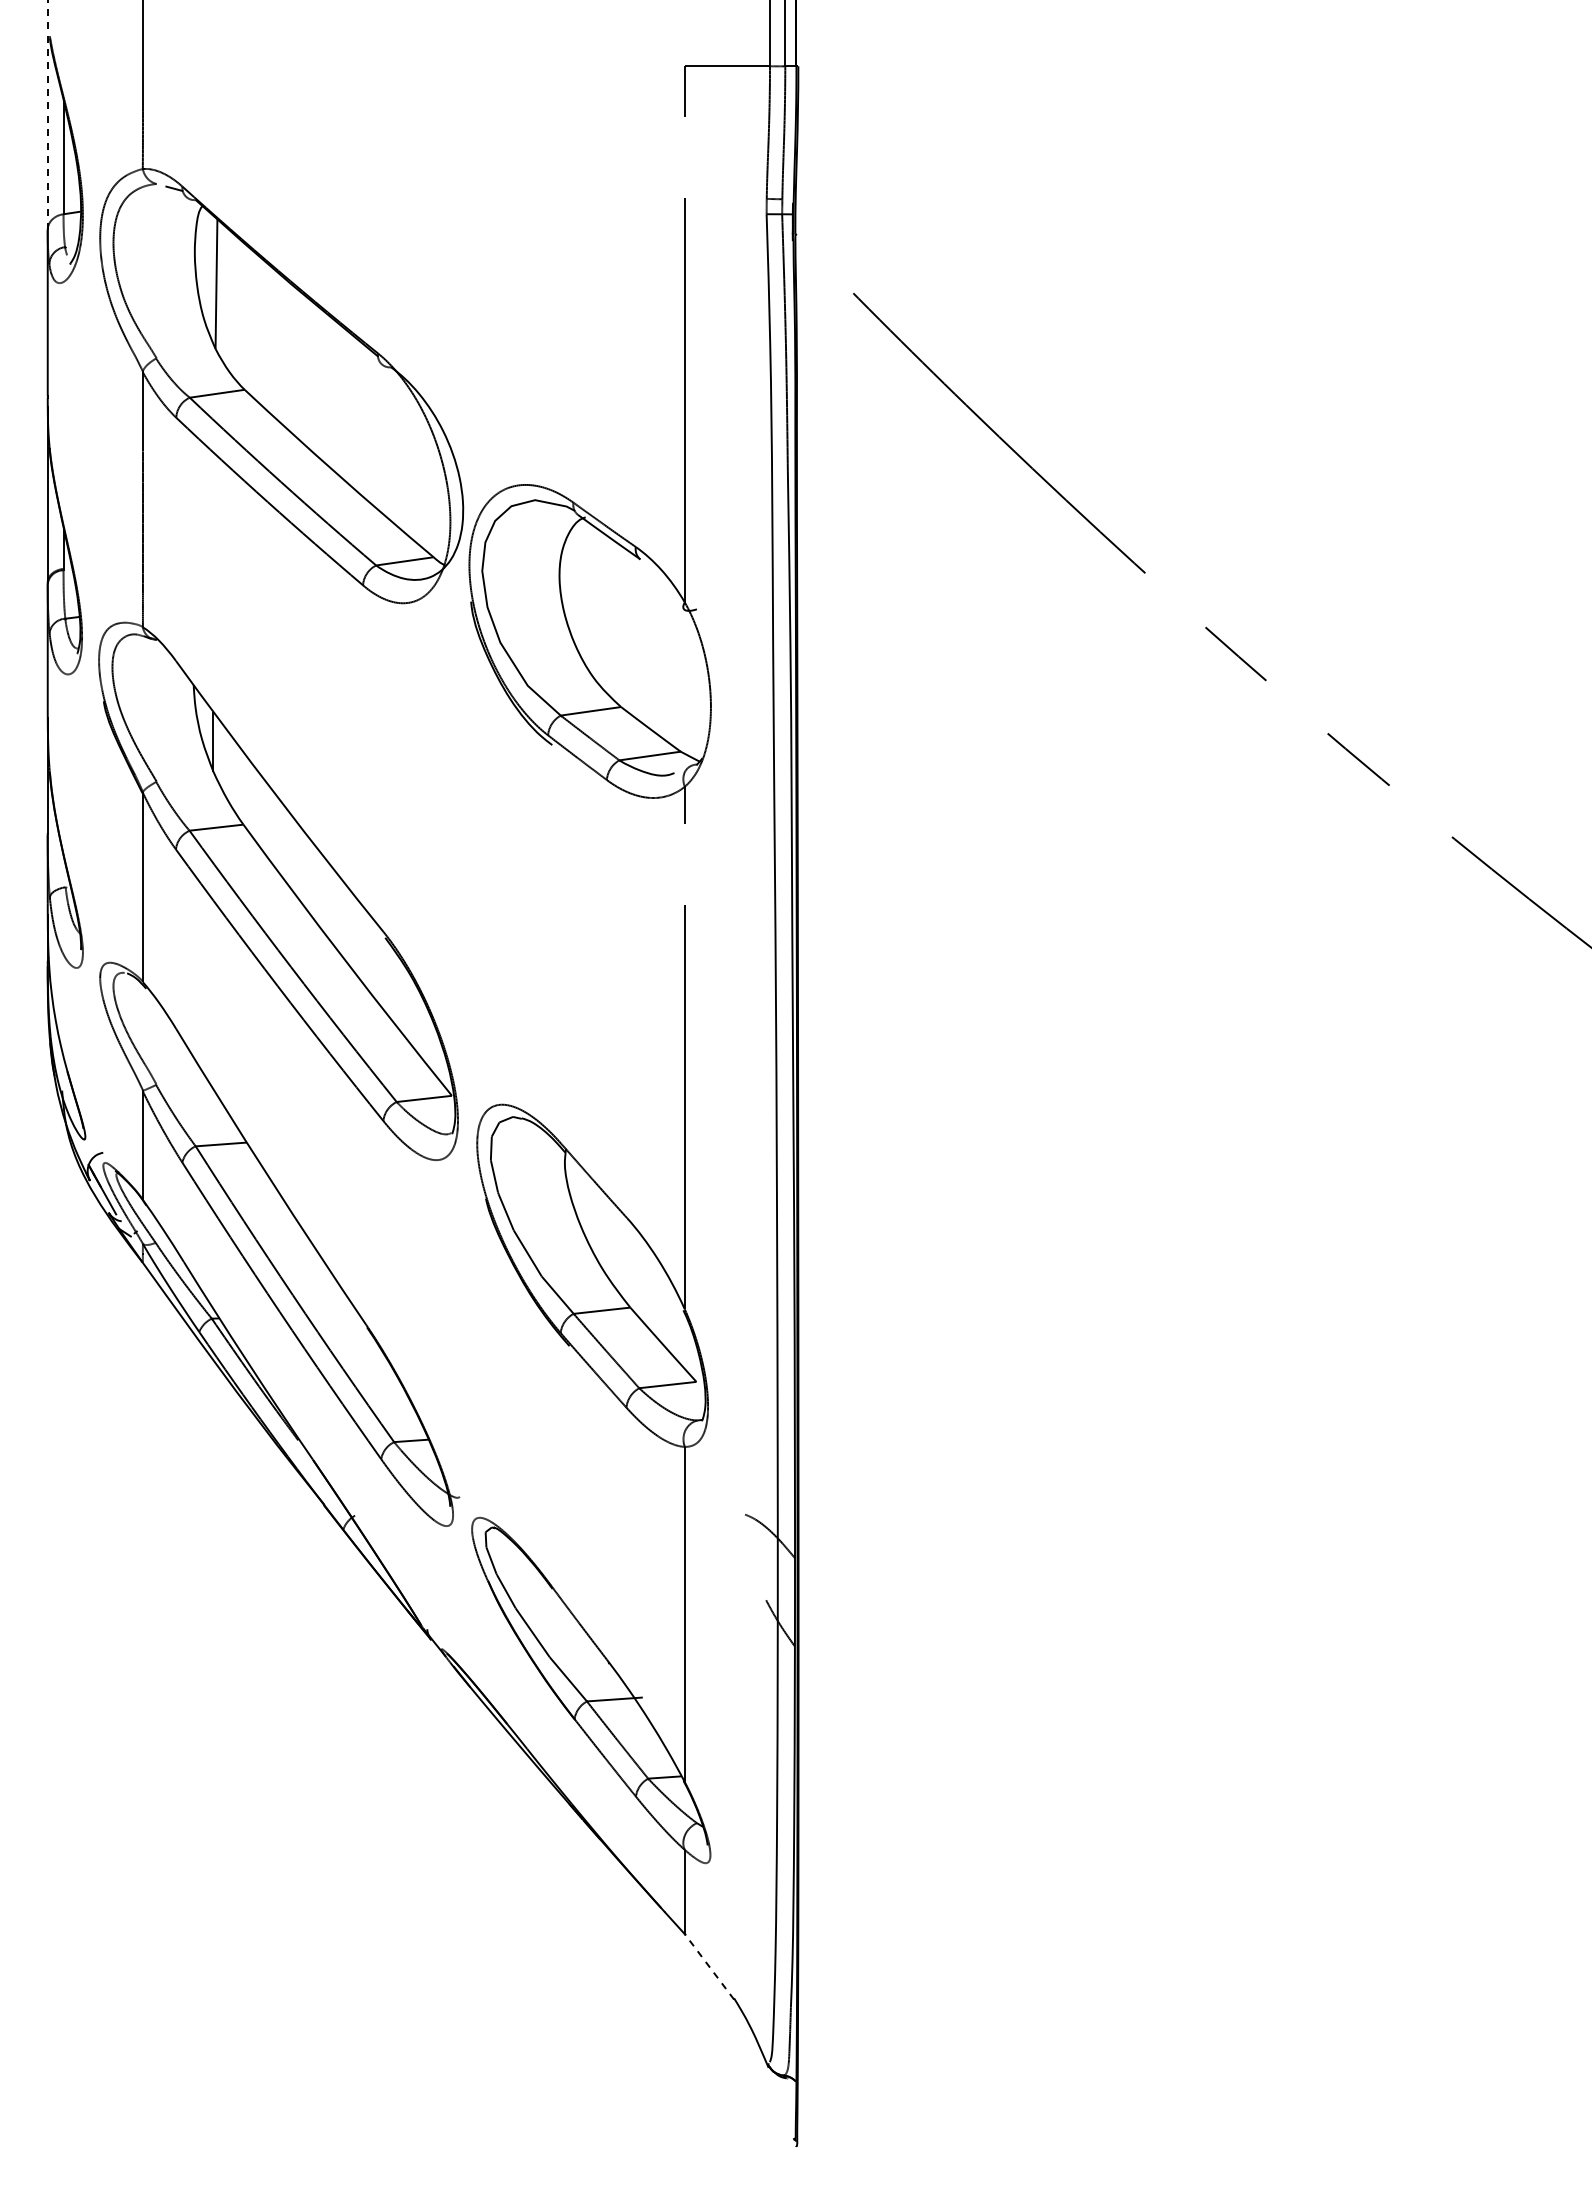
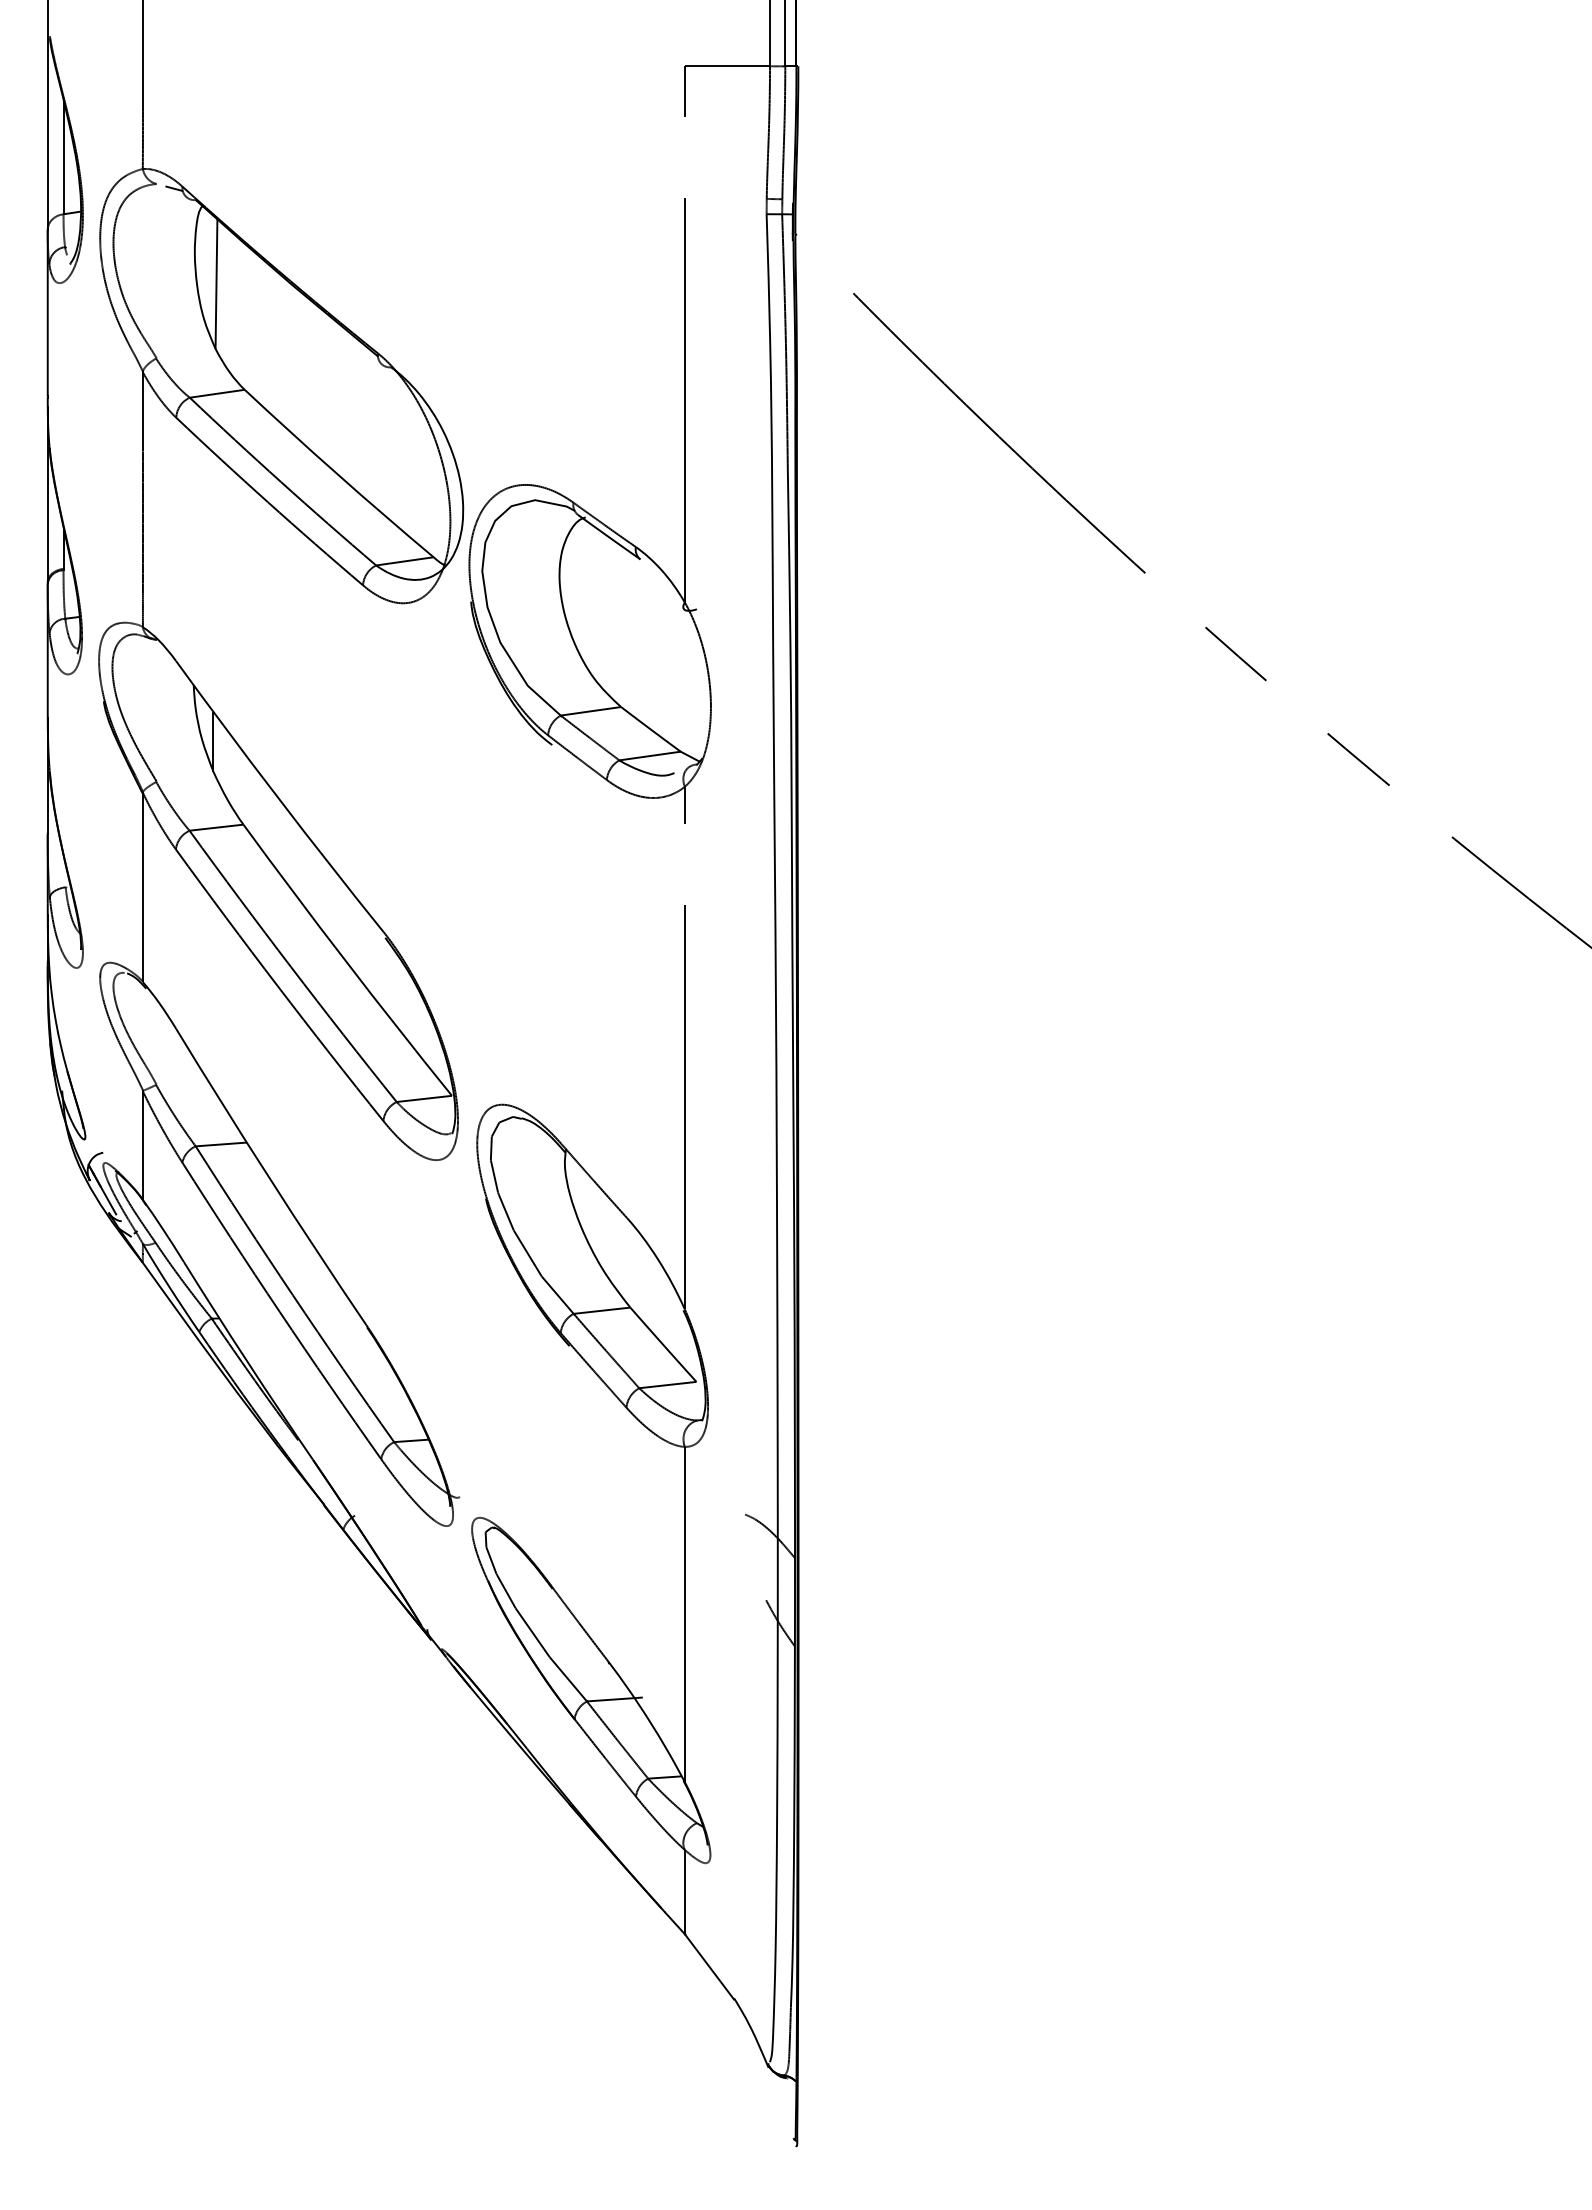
line at (47, 114): dashed -> solid
line at (709, 1966): dashed -> solid
